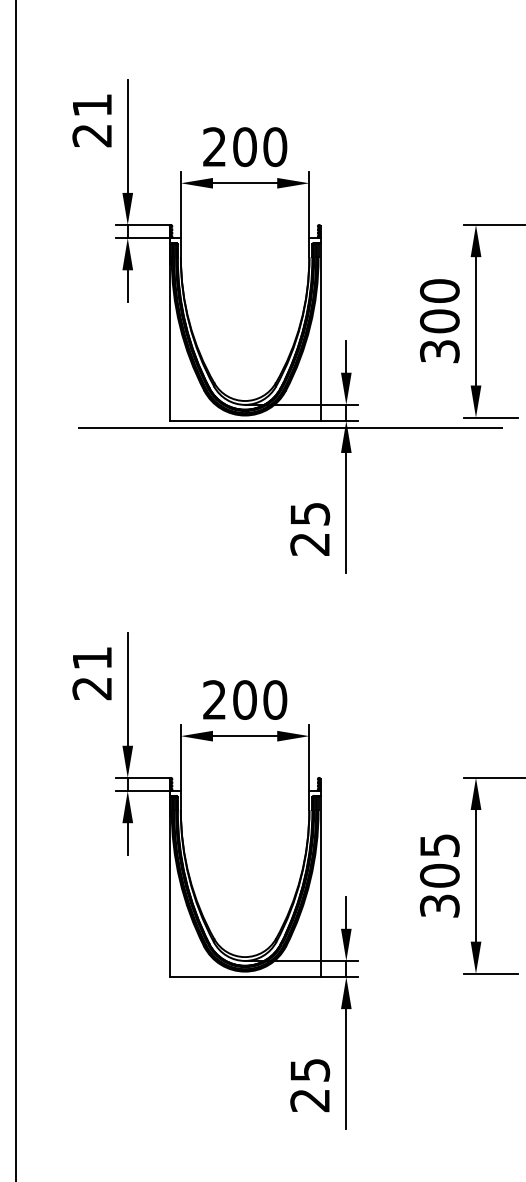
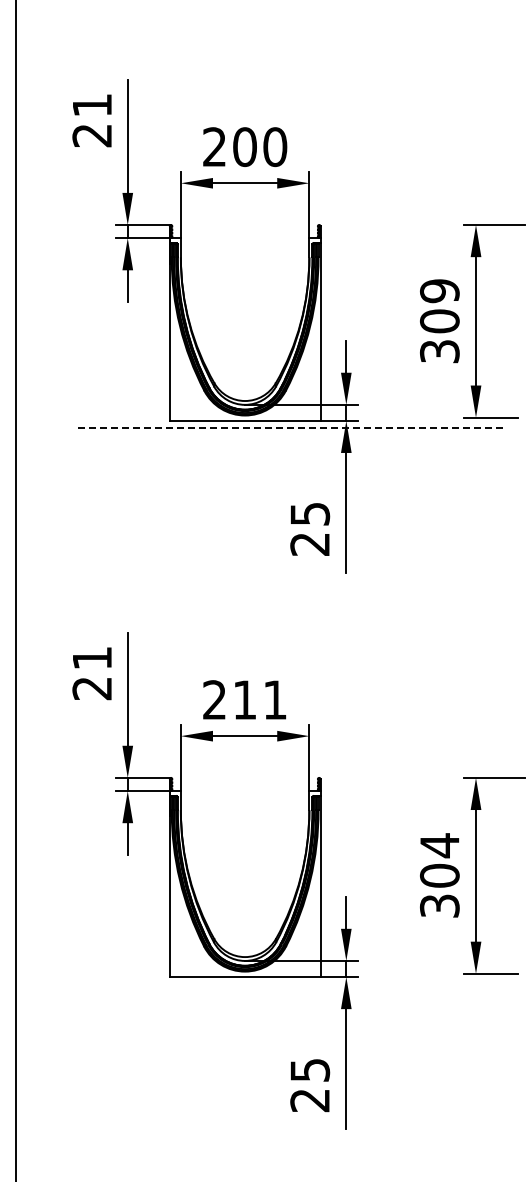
text at (439, 291): 300 -> 309
line at (290, 428): solid -> dashed
text at (260, 699): 200 -> 211
text at (439, 845): 305 -> 304
